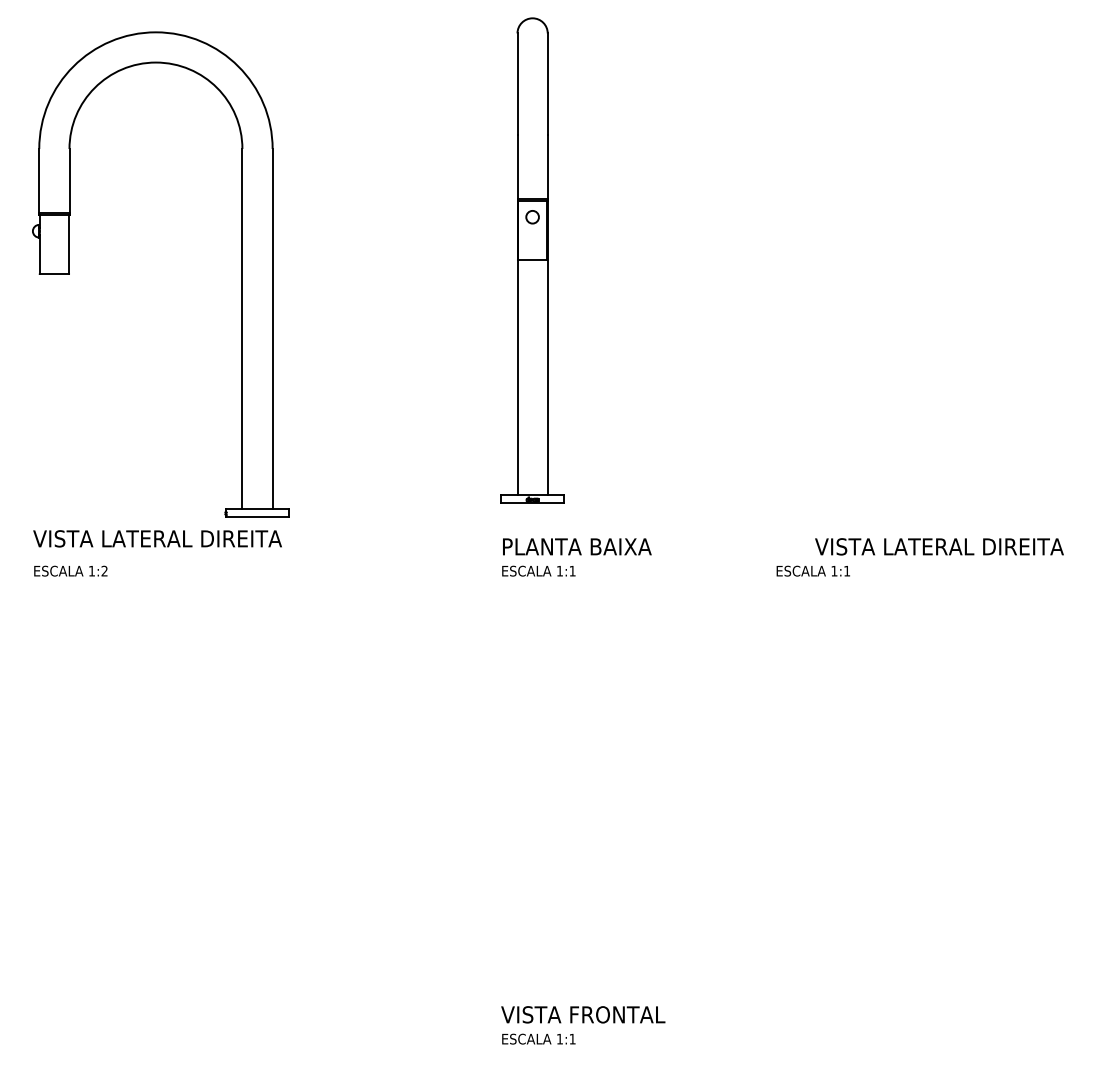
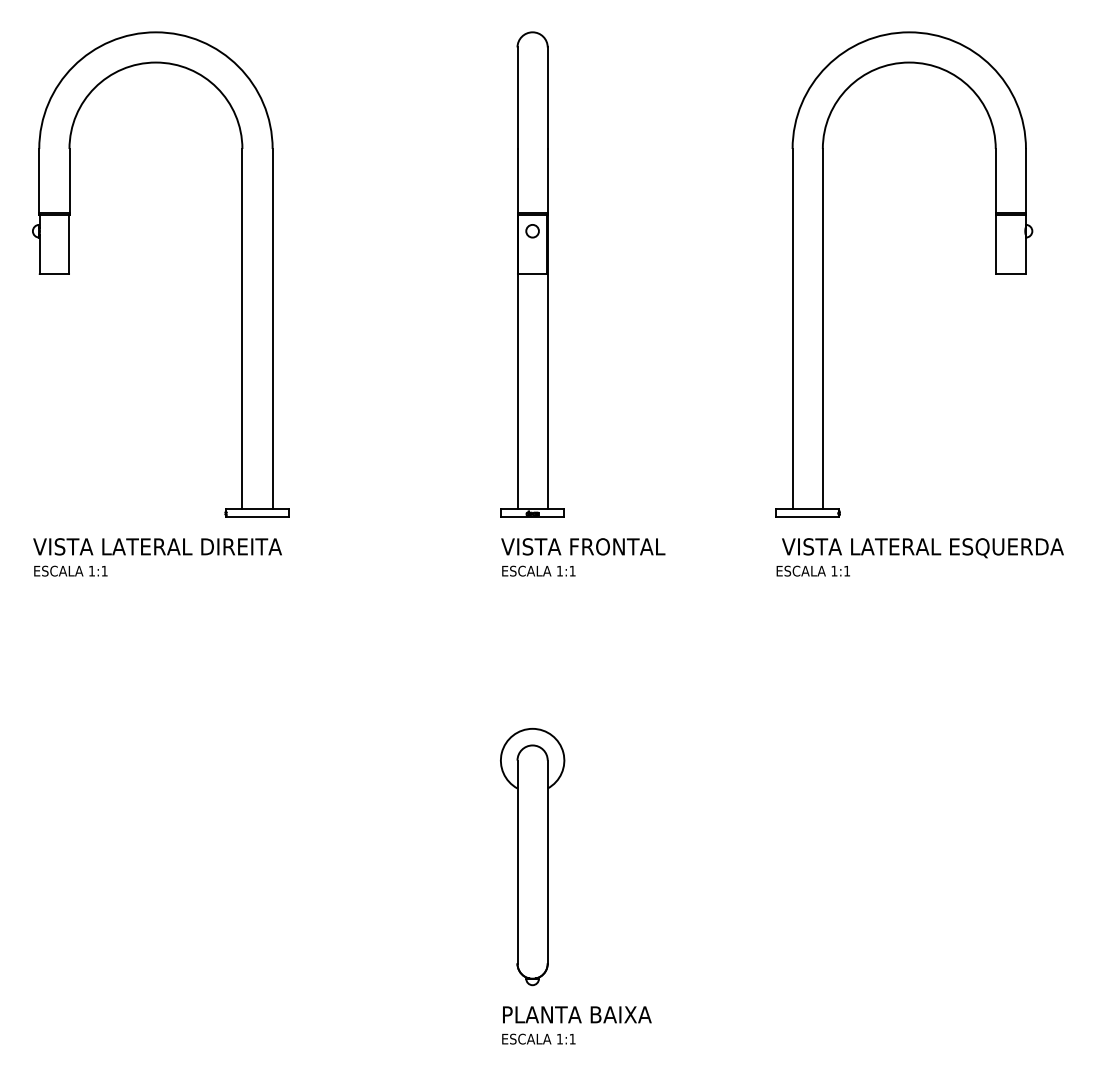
part at (532, 260) position: (532, 260) -> (532, 274)
part at (823, 274): none -> present
text at (157, 538) position: (157, 538) -> (157, 546)
text at (583, 546): PLANTA BAIXA -> VISTA FRONTAL
text at (915, 548): VISTA LATERAL DIREITA -> VISTA LATERAL ESQUERDA
text at (104, 570): 1:2 -> 1:1
part at (532, 857): none -> present
text at (583, 1014): VISTA FRONTAL -> PLANTA BAIXA
